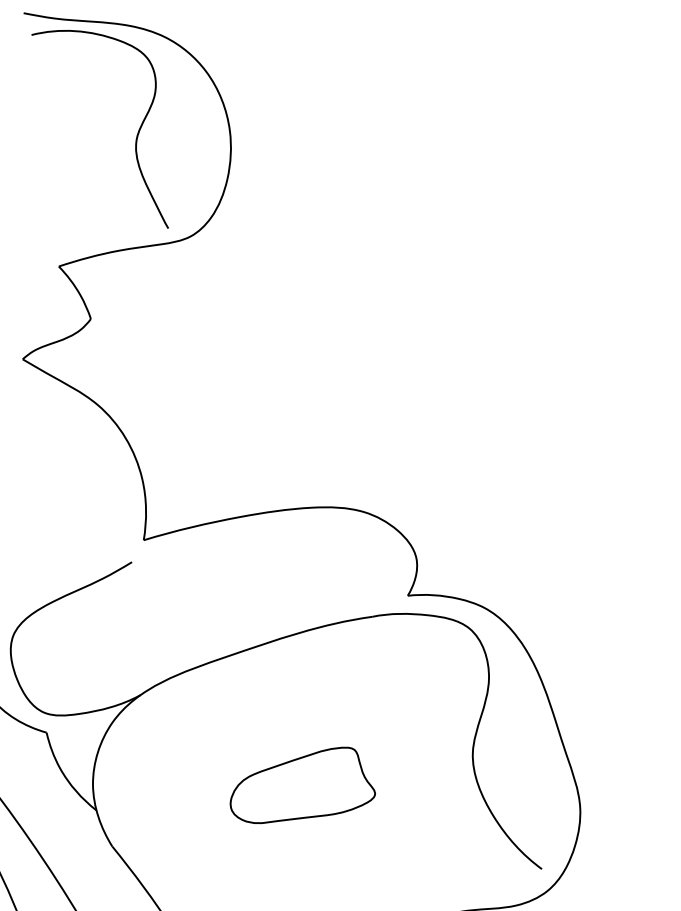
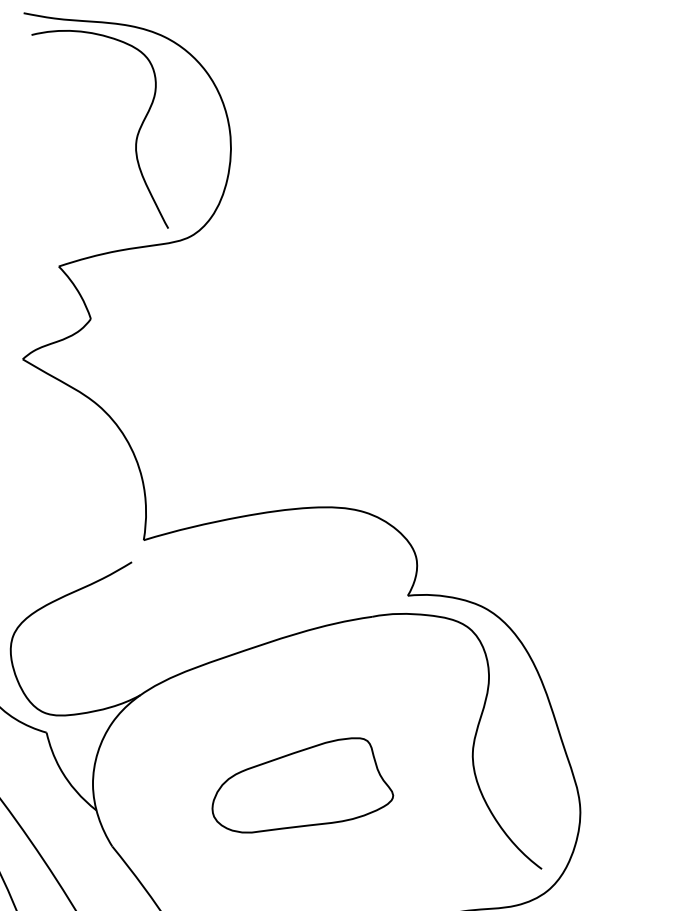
part at (302, 784) size: 148x78 px -> 184x97 px
